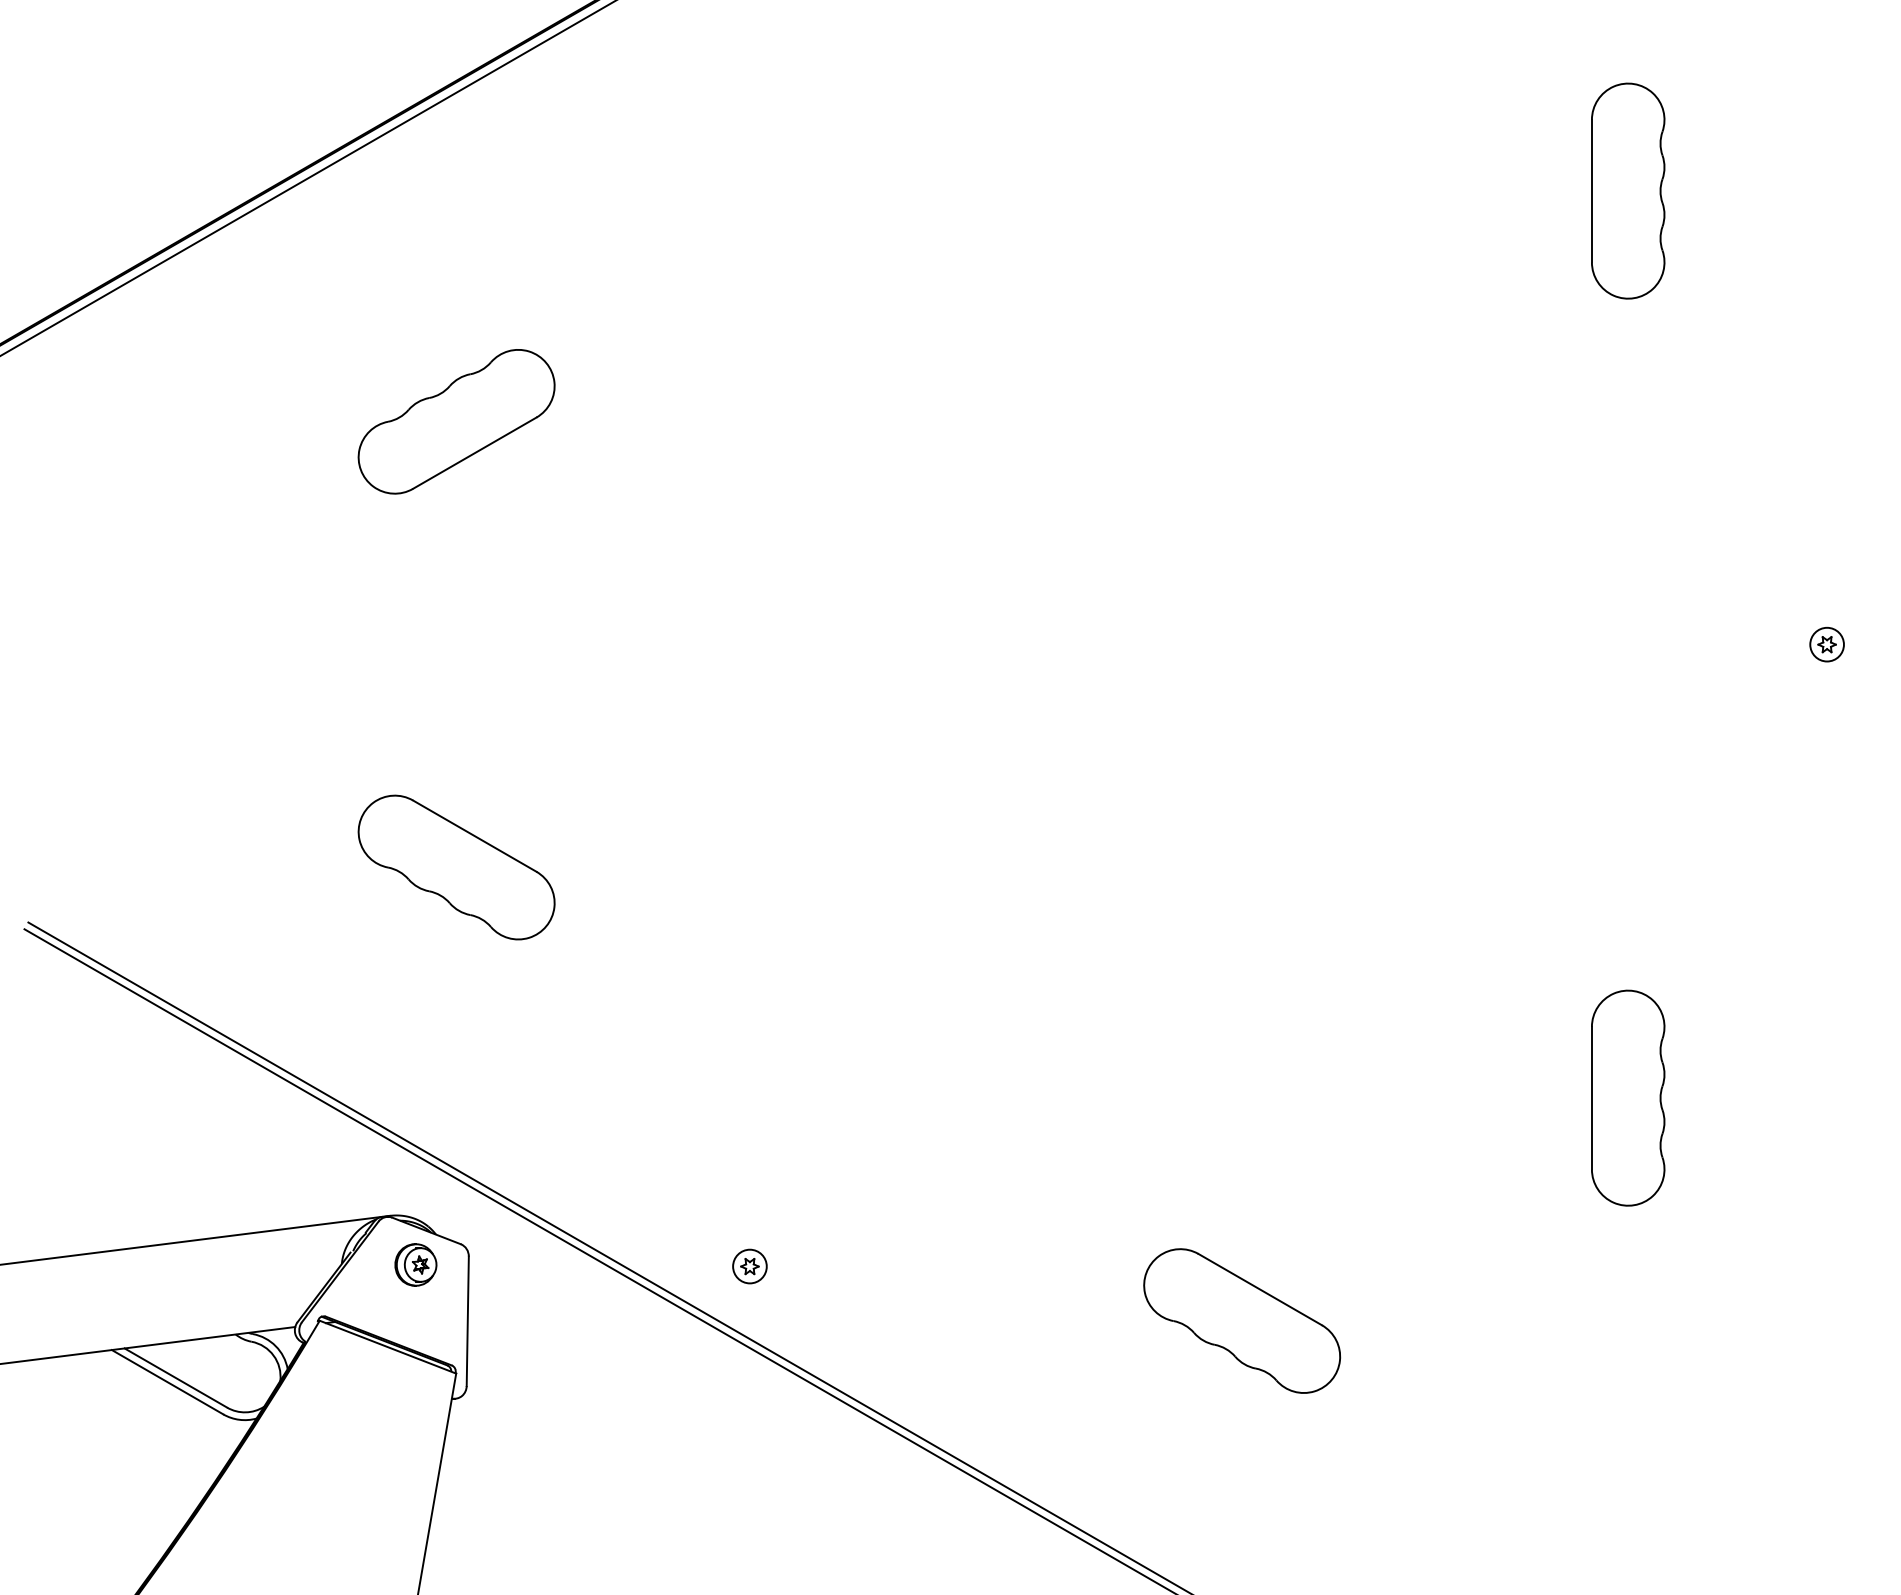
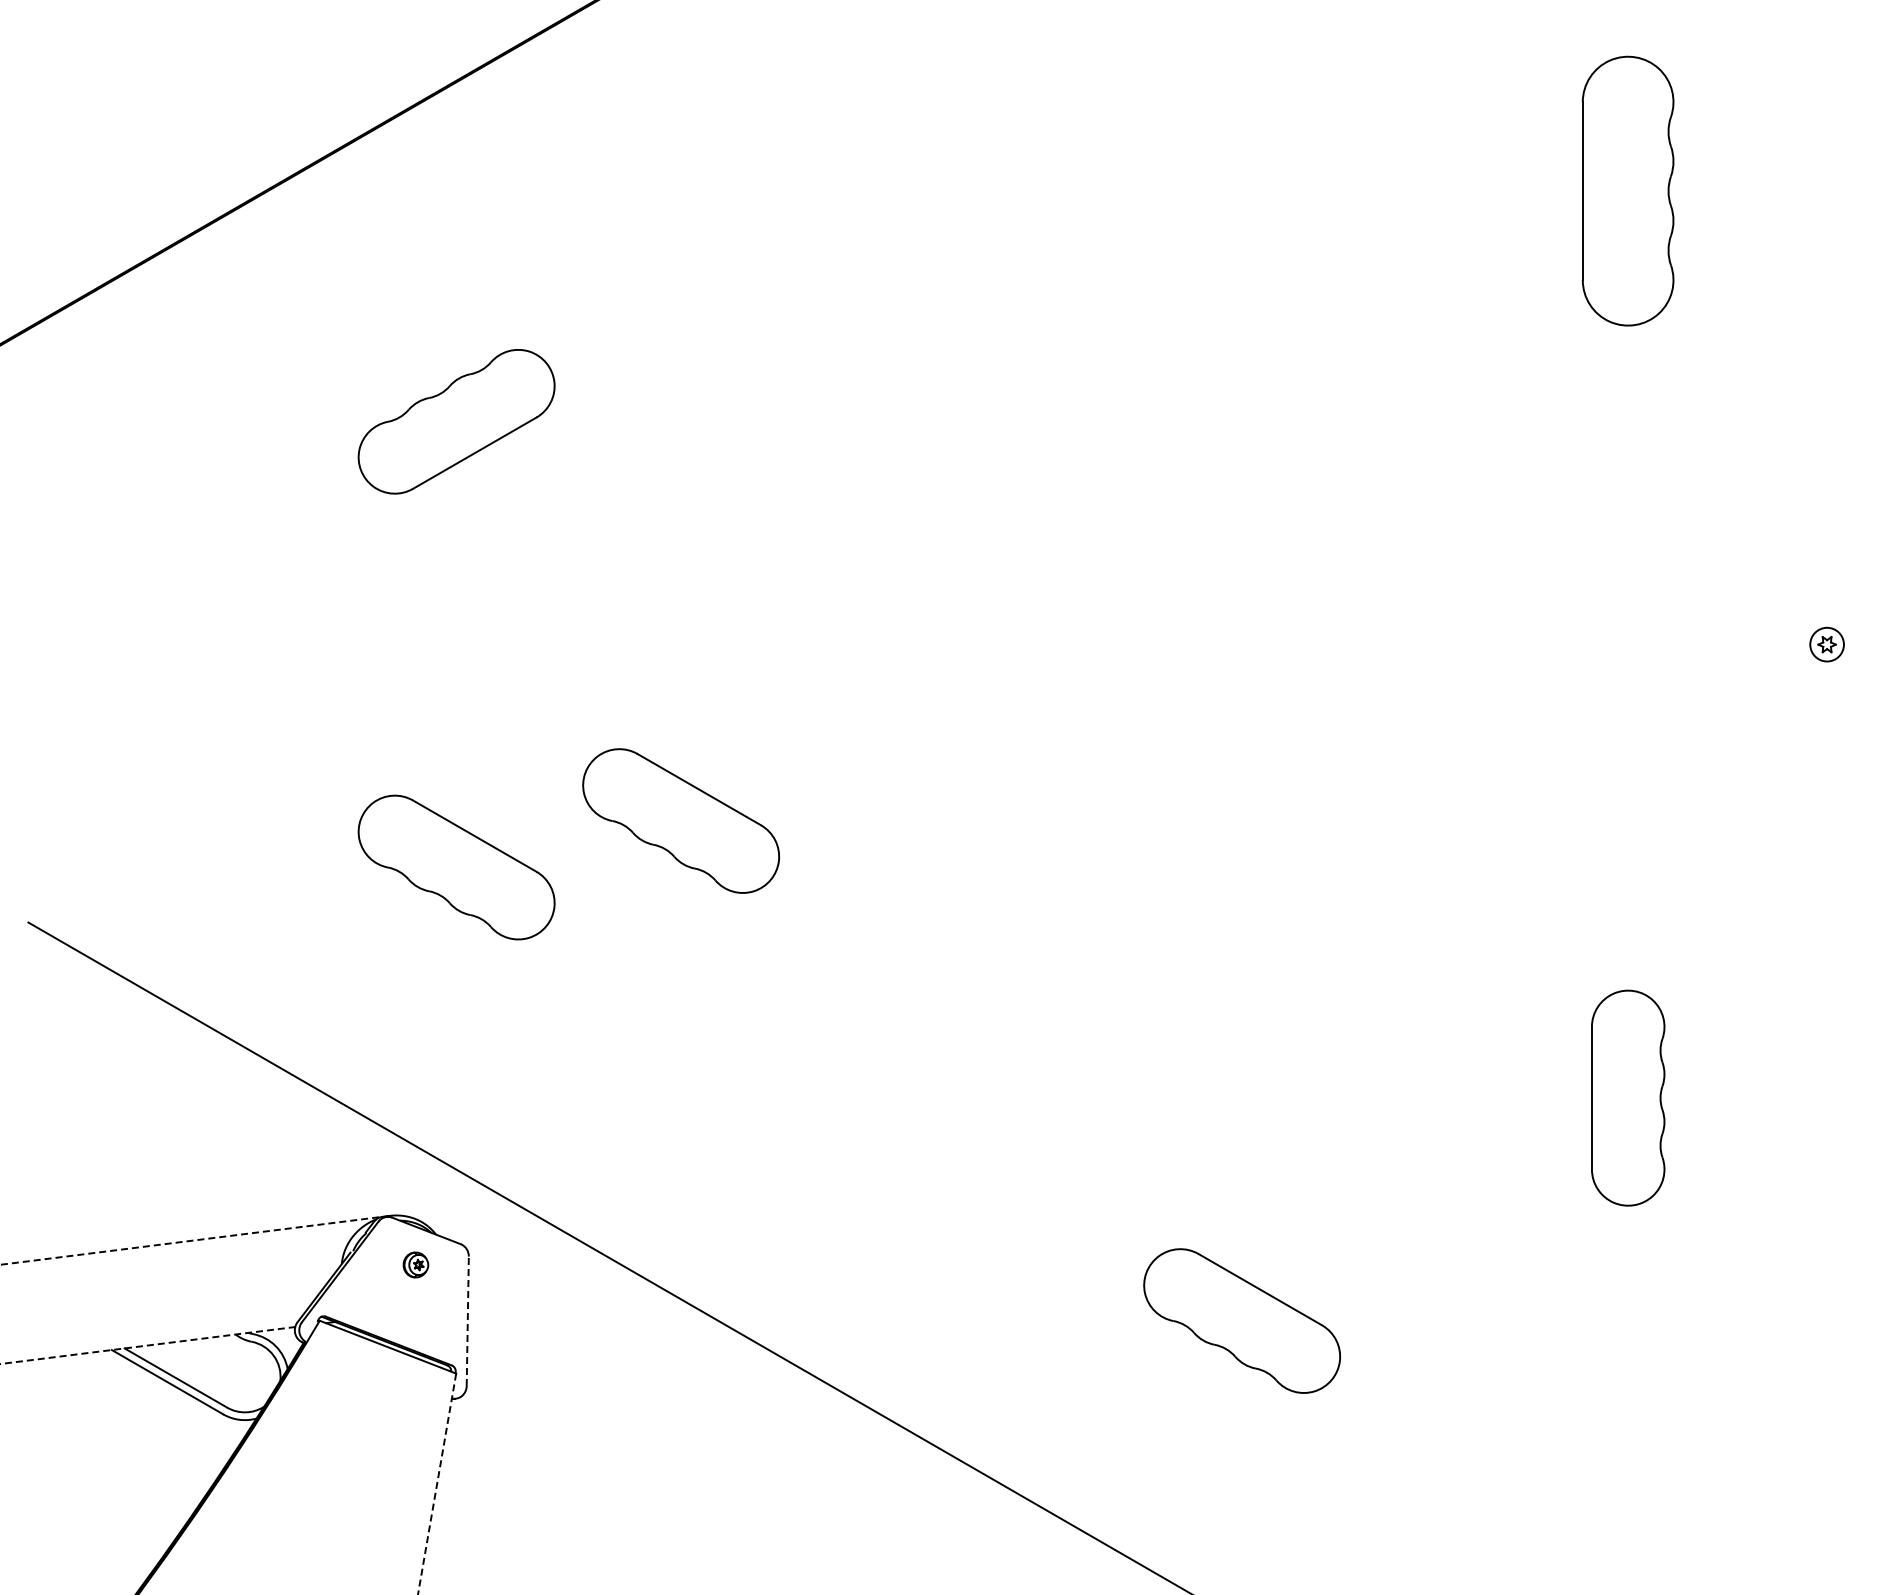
line at (307, 178): present -> none
part at (1628, 190) size: 75x218 px -> 94x272 px
part at (681, 820): none -> present
line at (195, 1240): solid -> dashed
line at (597, 1260): present -> none
part at (415, 1264) size: 44x44 px -> 28x28 px
part at (749, 1266): present -> none
line at (467, 1321): solid -> dashed
line at (148, 1345): solid -> dashed
line at (437, 1484): solid -> dashed
